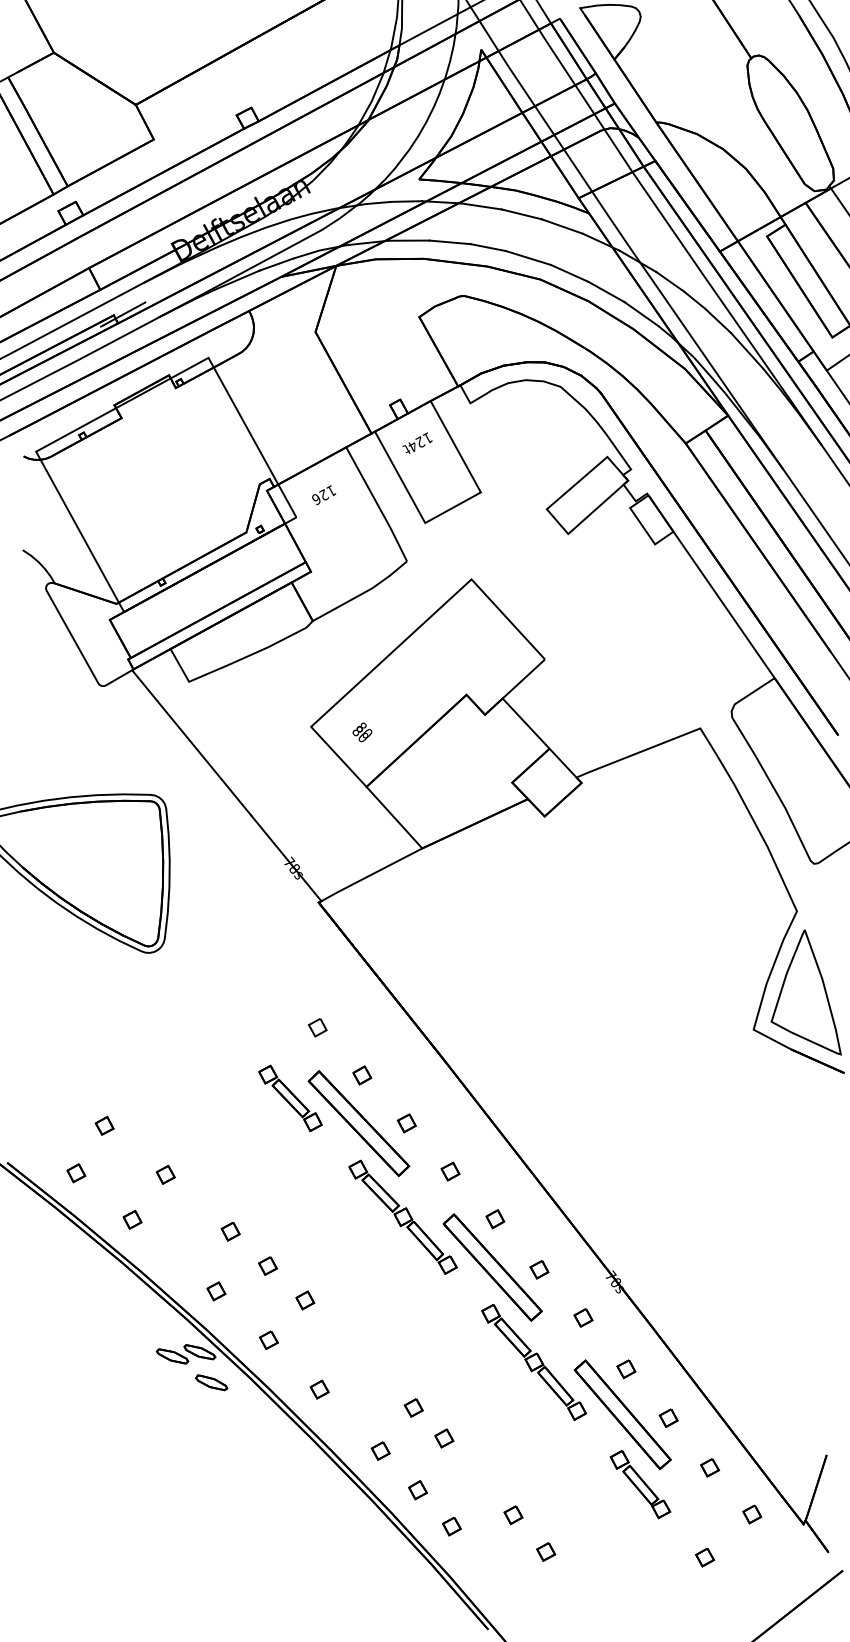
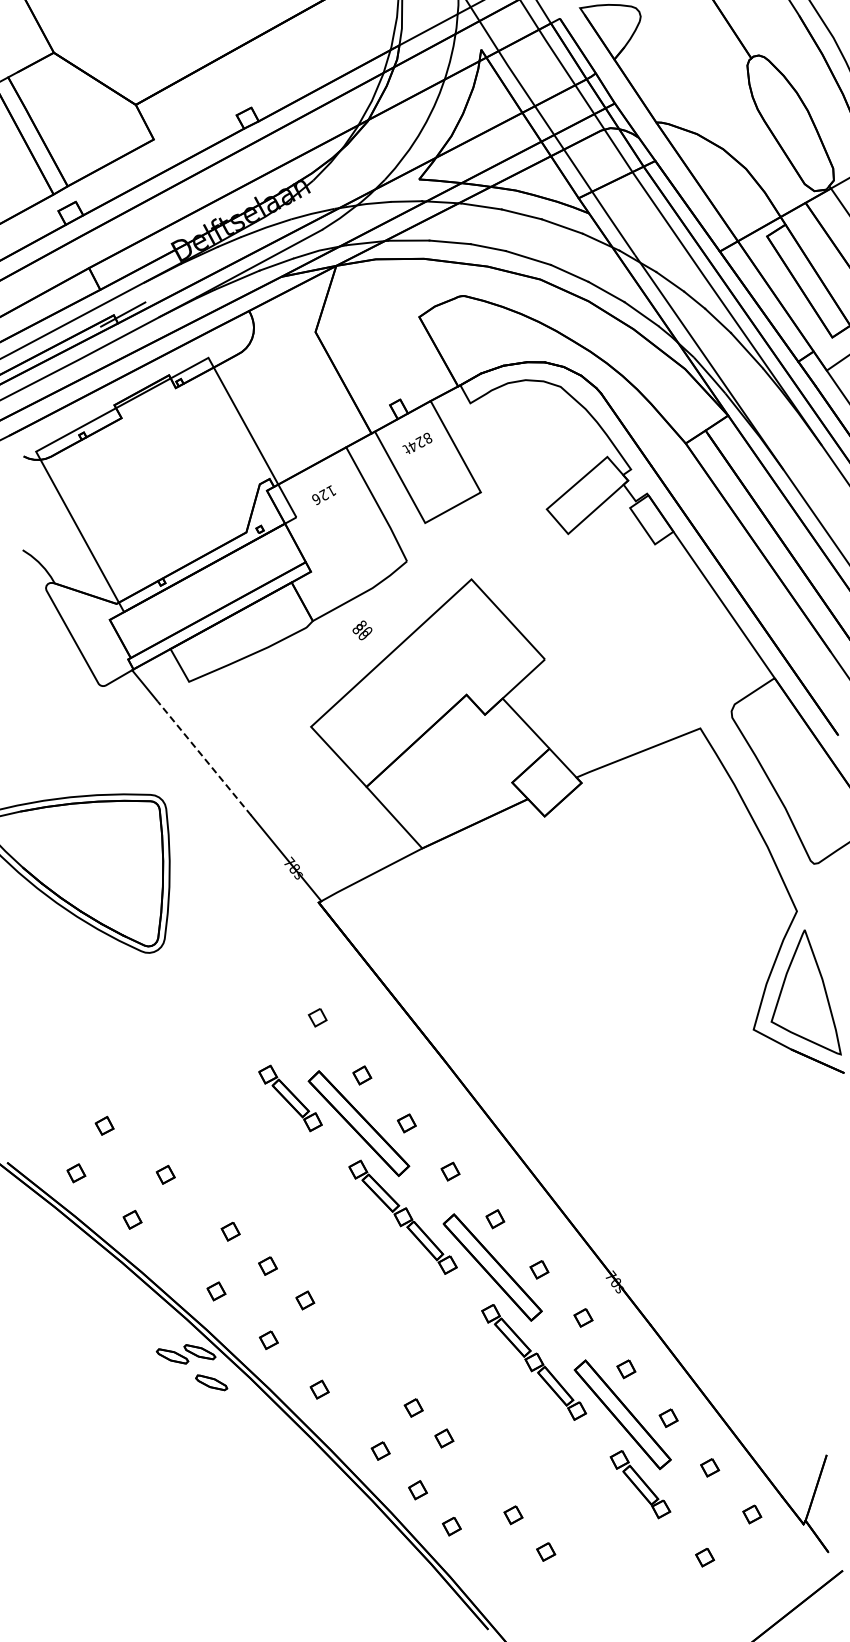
text at (427, 437): 124t -> 824t
text at (362, 732) position: (362, 732) -> (362, 630)
line at (204, 758): solid -> dashed
part at (317, 1027) position: (317, 1027) -> (317, 1017)
